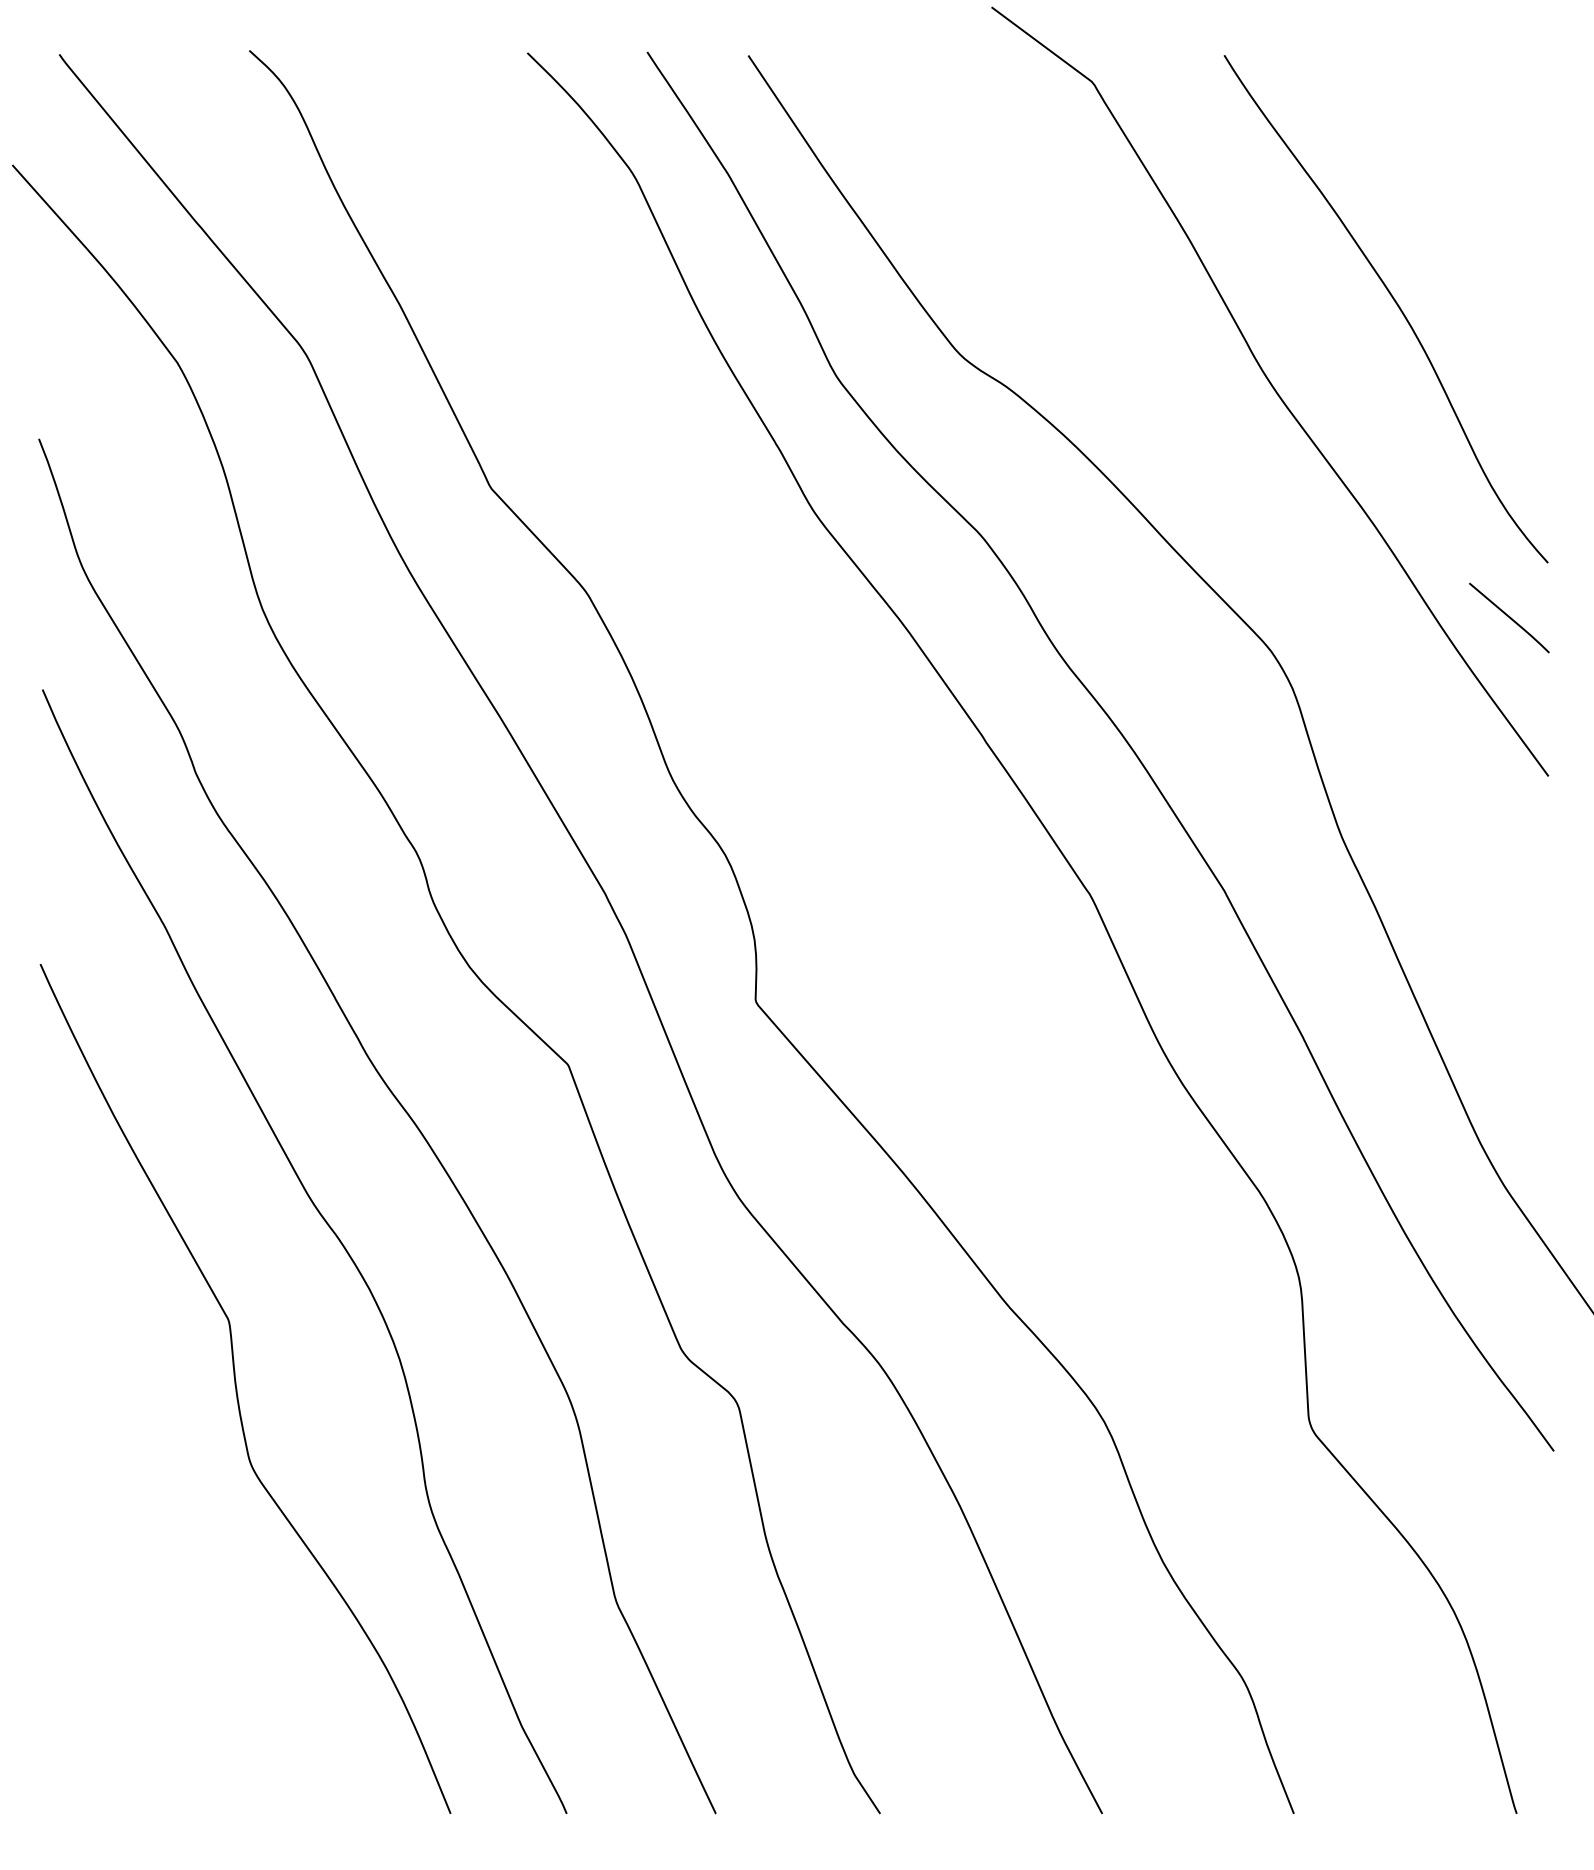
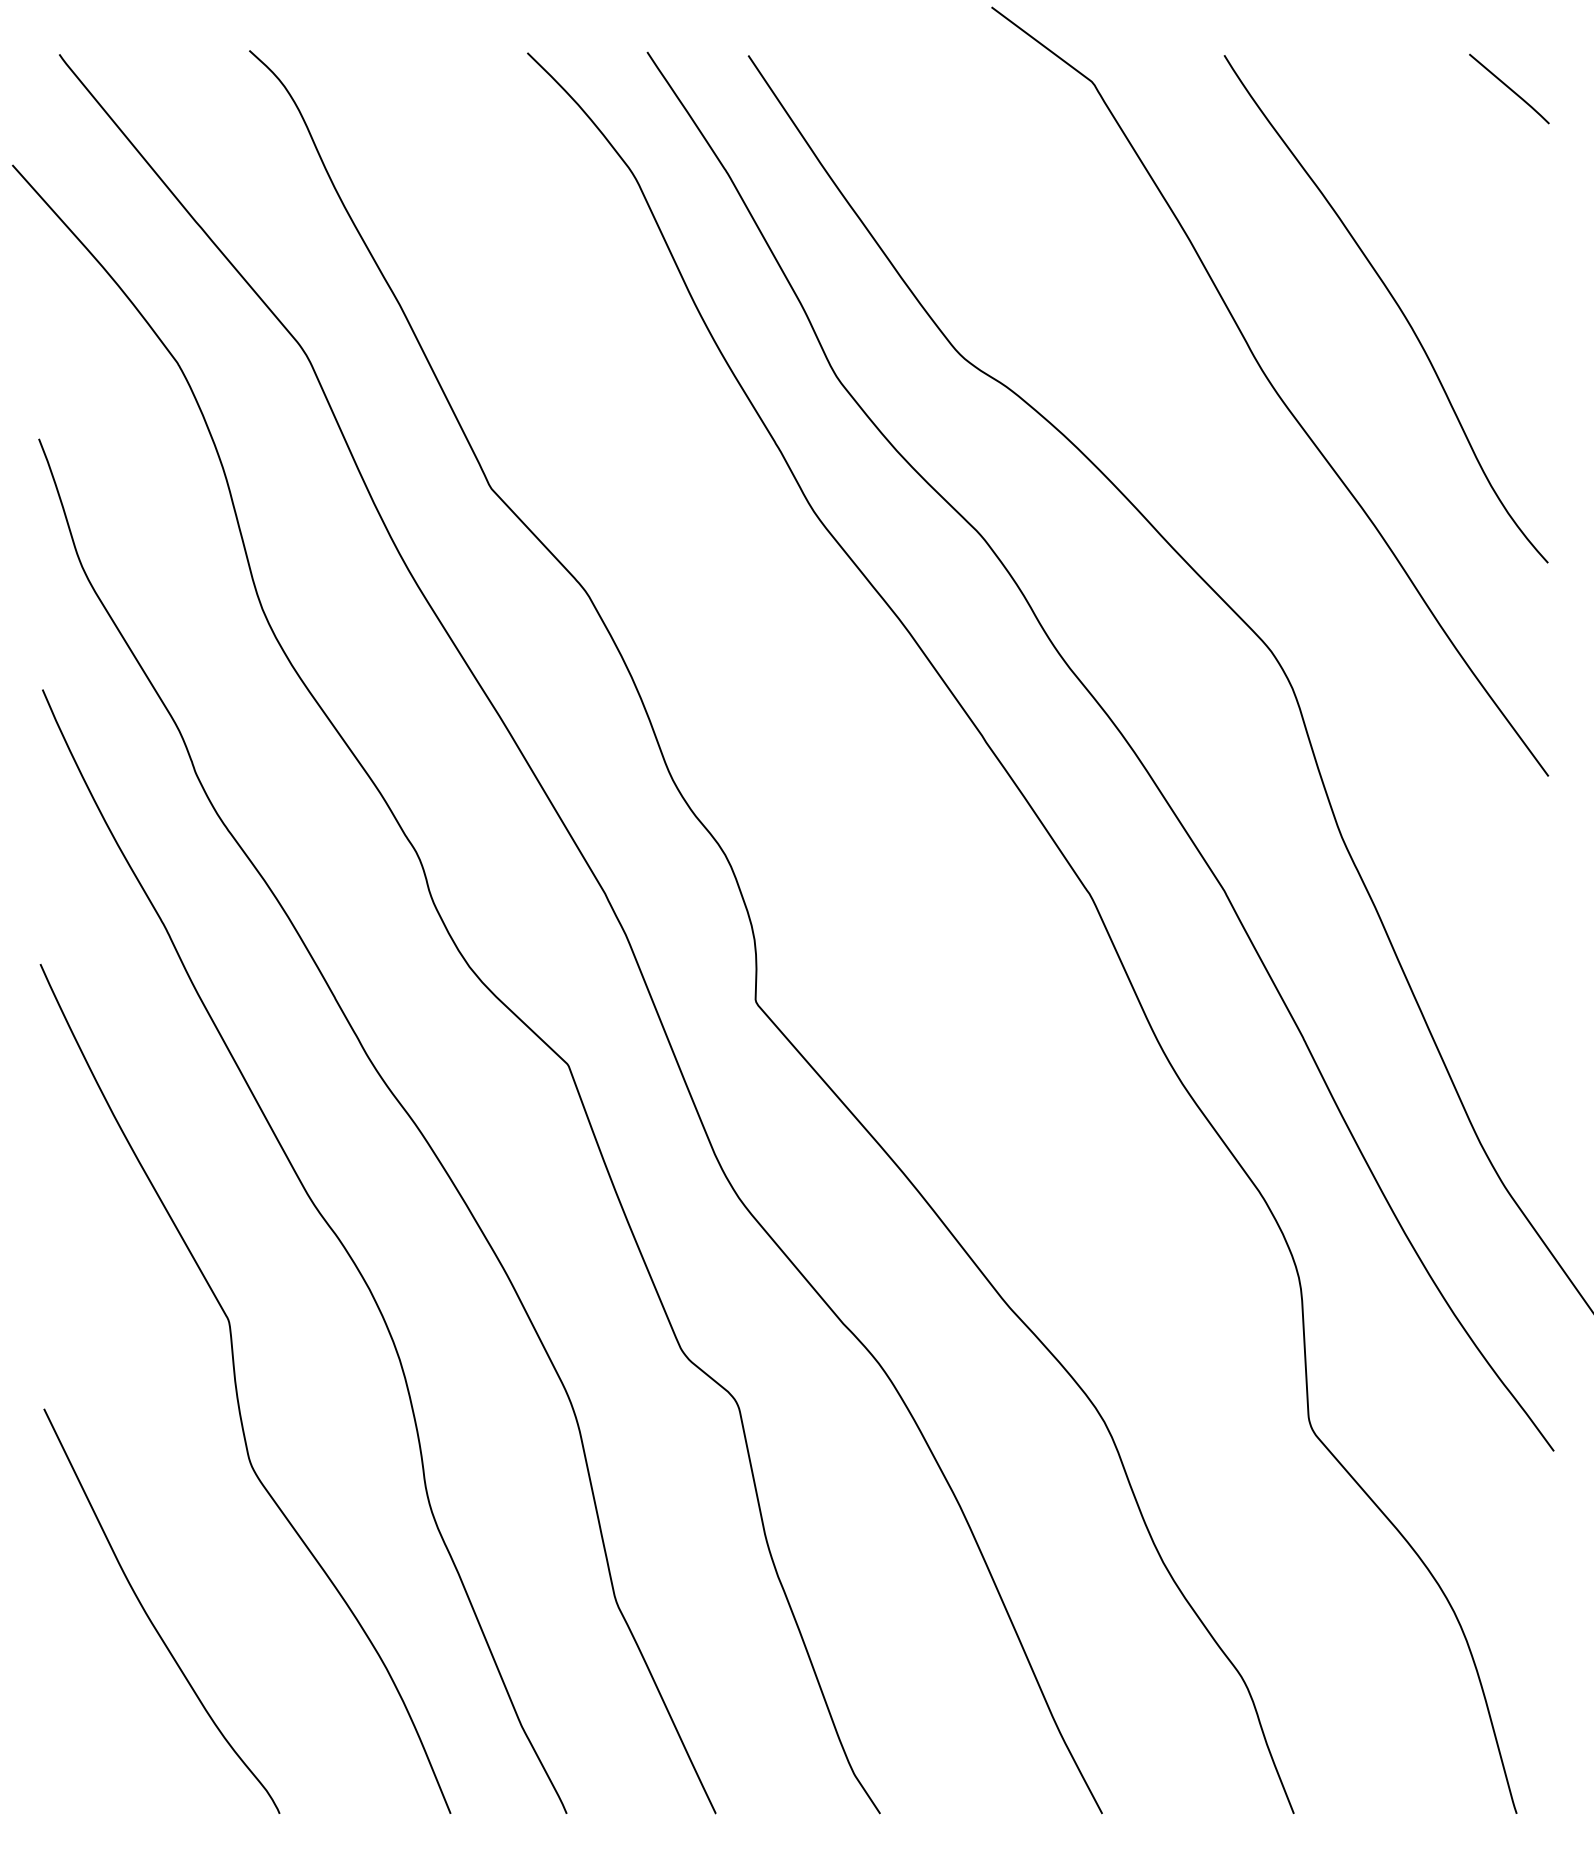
line at (1509, 617) position: (1509, 617) -> (1509, 88)
curve at (150, 1618): none -> present
